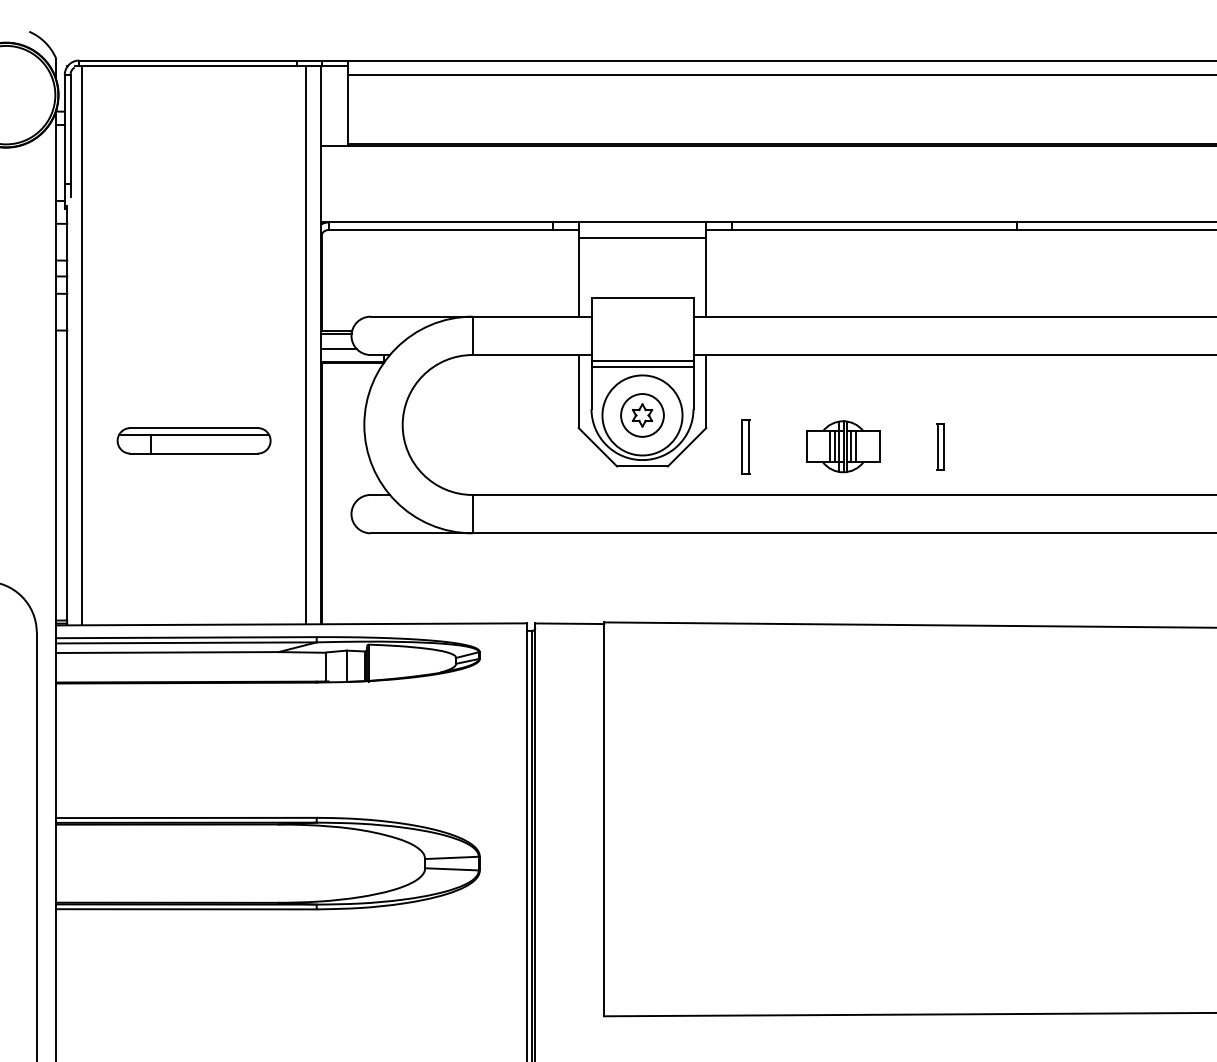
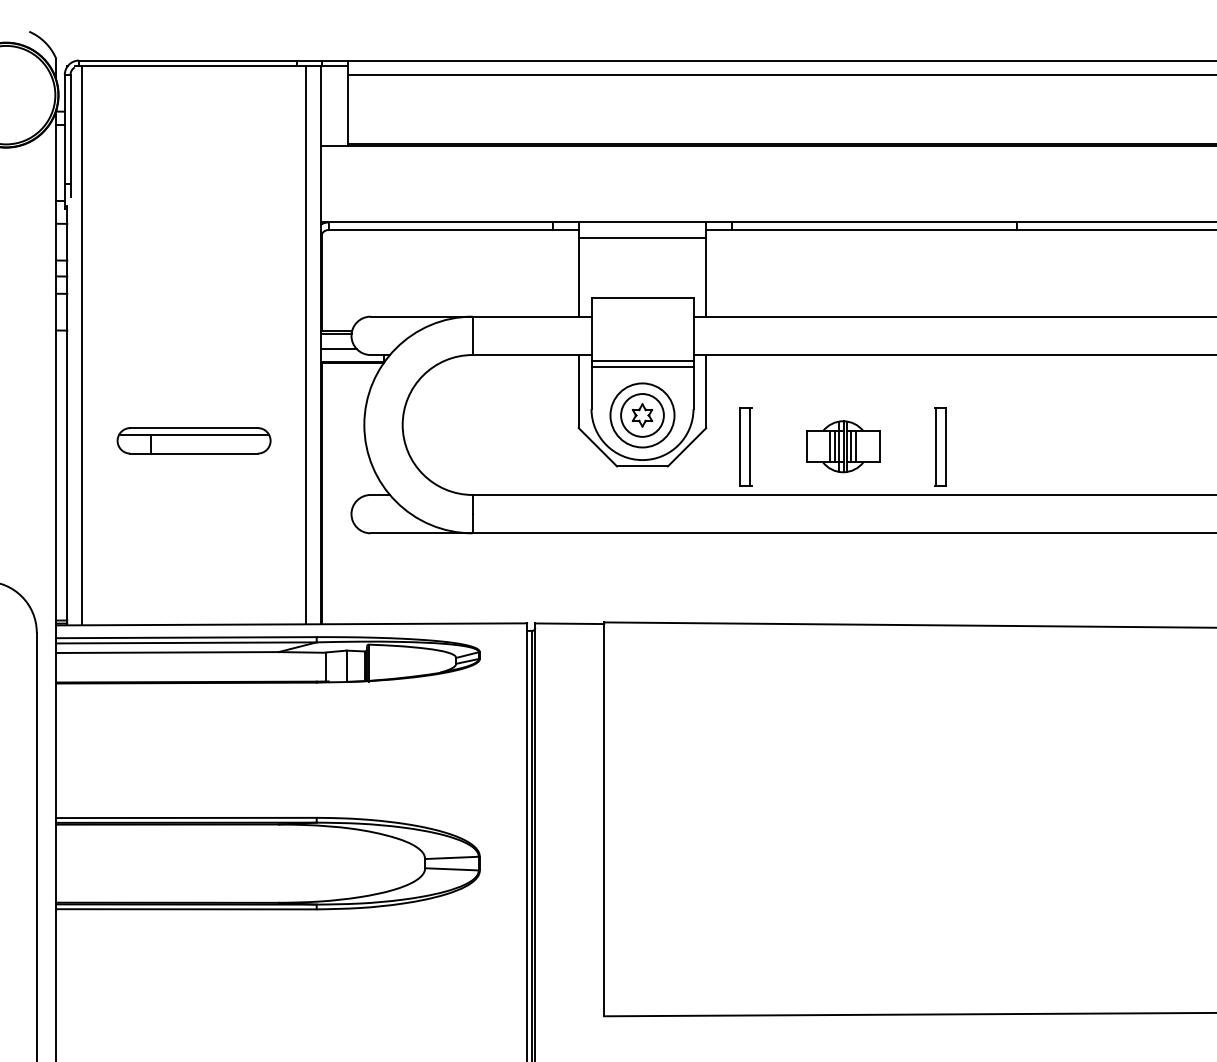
circle at (642, 415) diameter: 80 px -> 64 px
part at (745, 446) size: 10x56 px -> 14x80 px
part at (940, 446) size: 9x48 px -> 13x80 px
